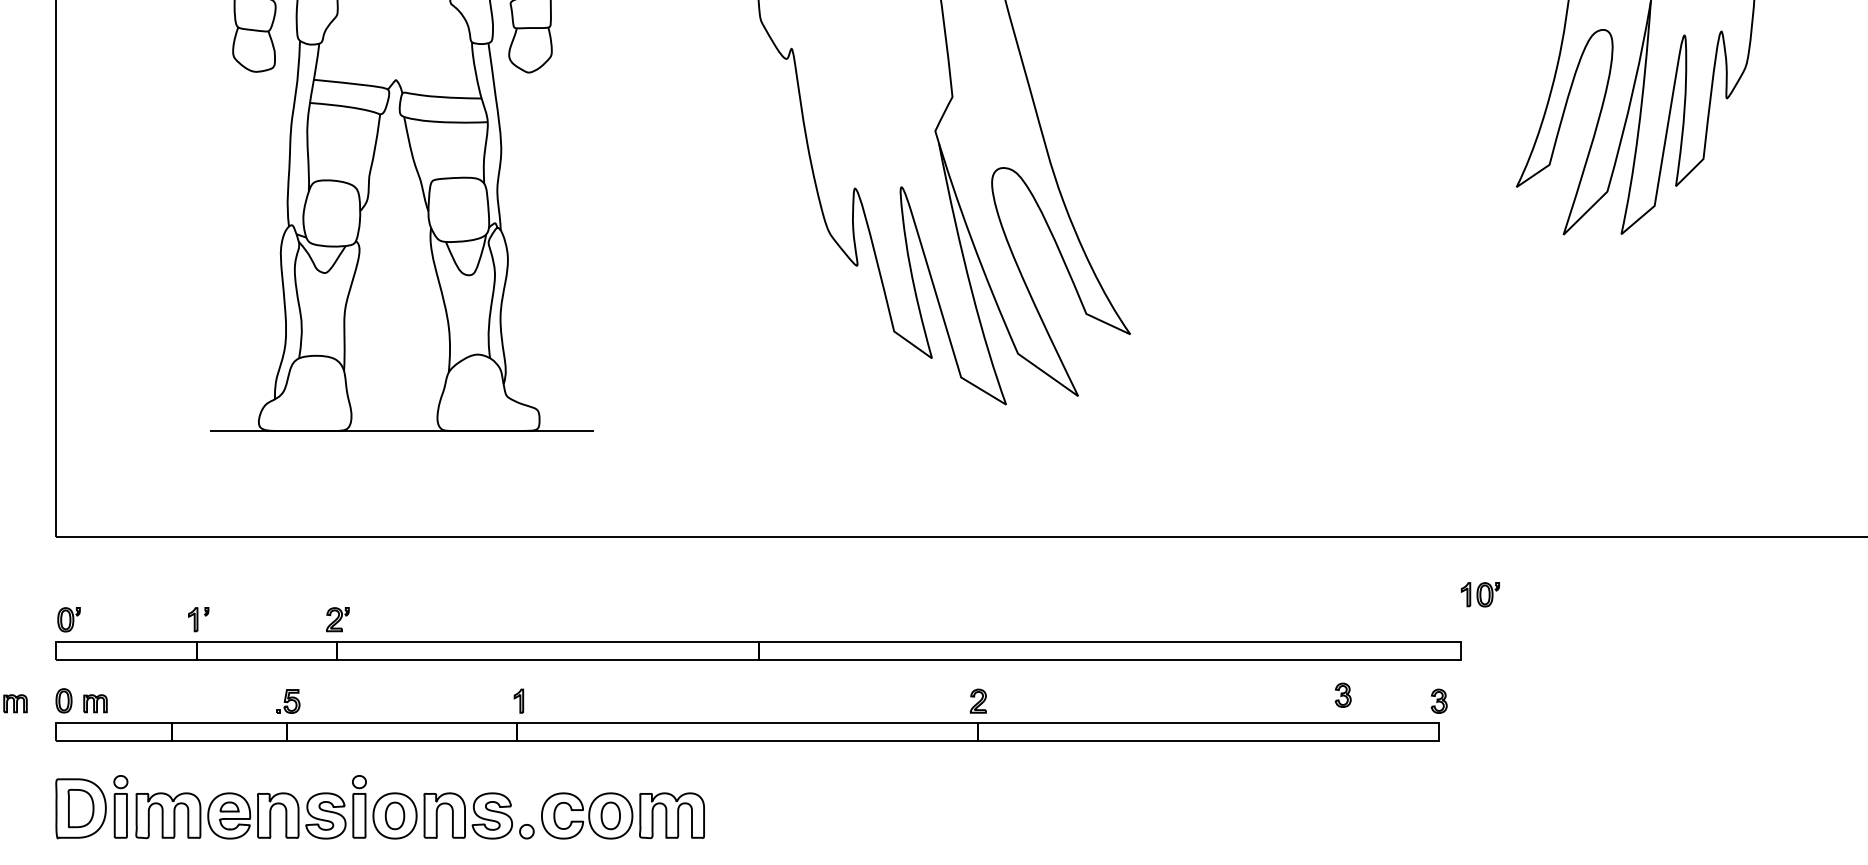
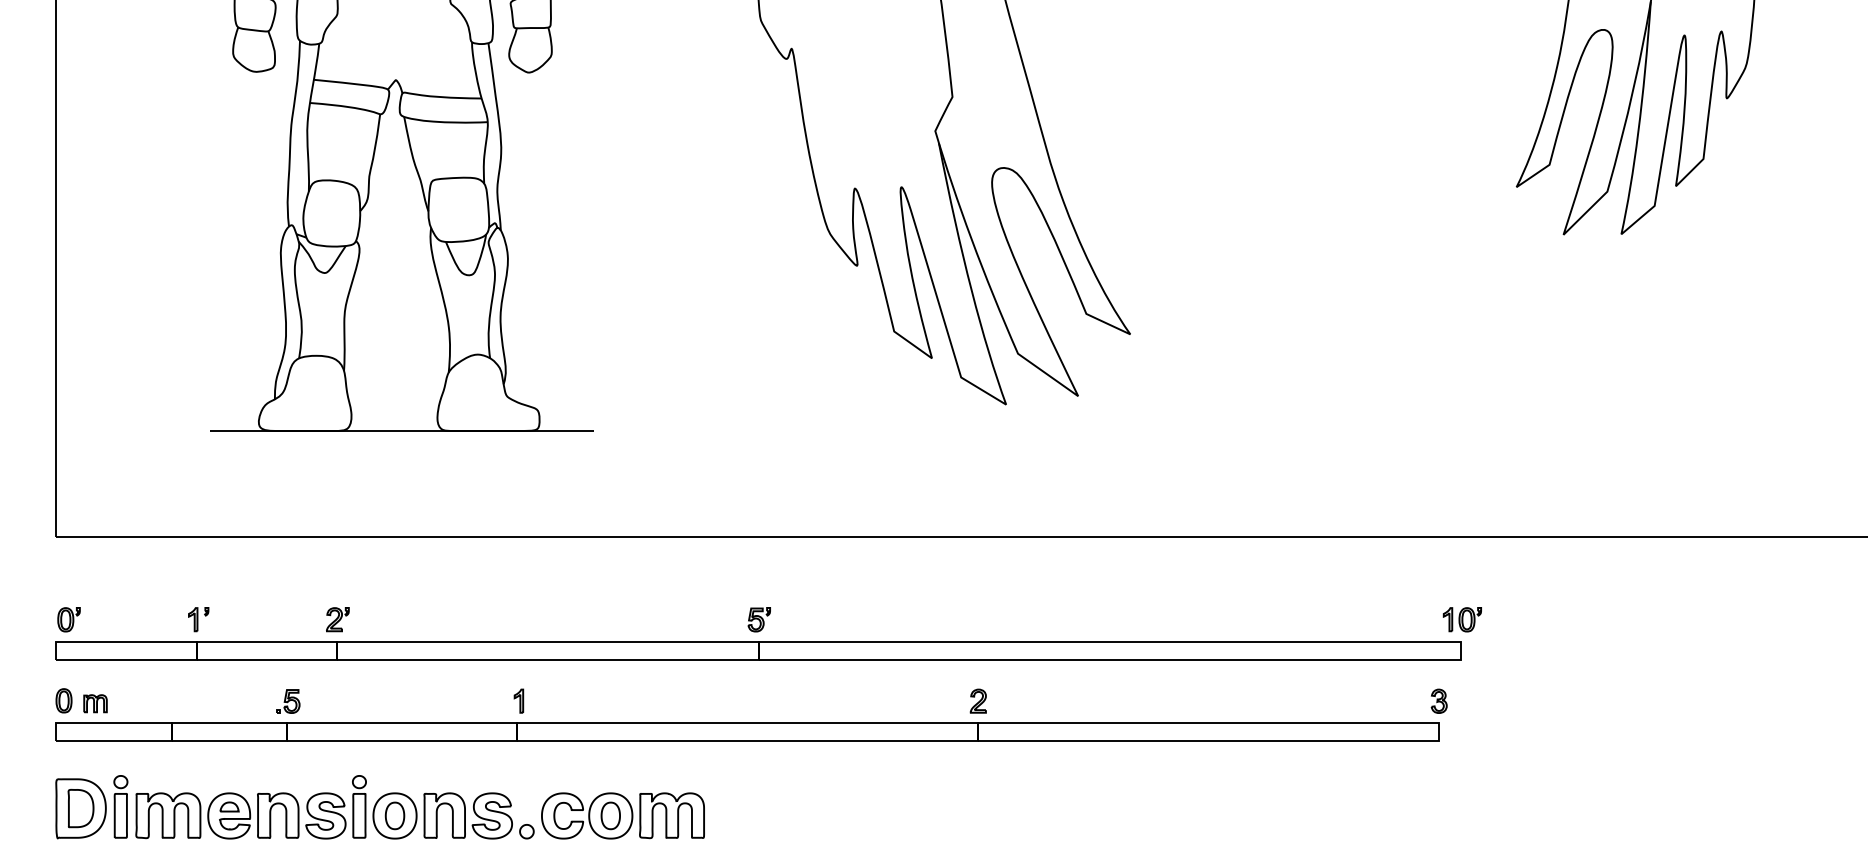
part at (1479, 594) position: (1479, 594) -> (1461, 619)
part at (758, 619): none -> present
part at (1342, 694): present -> none
part at (15, 703): present -> none
